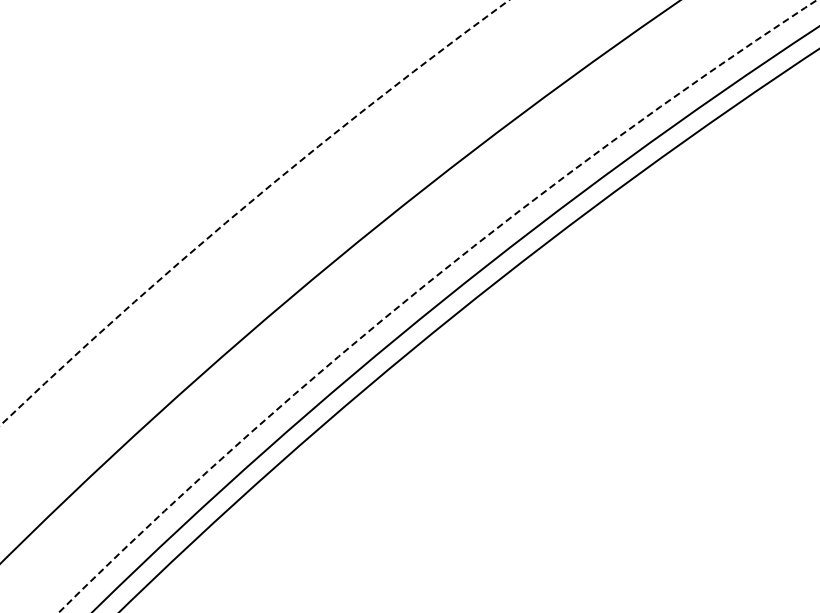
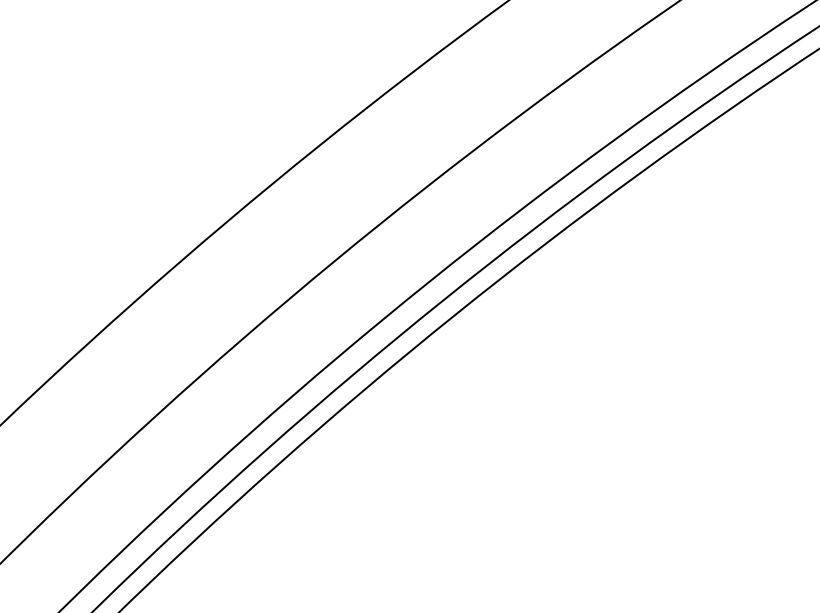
circle at (254, 212): dashed -> solid
circle at (437, 306): dashed -> solid
